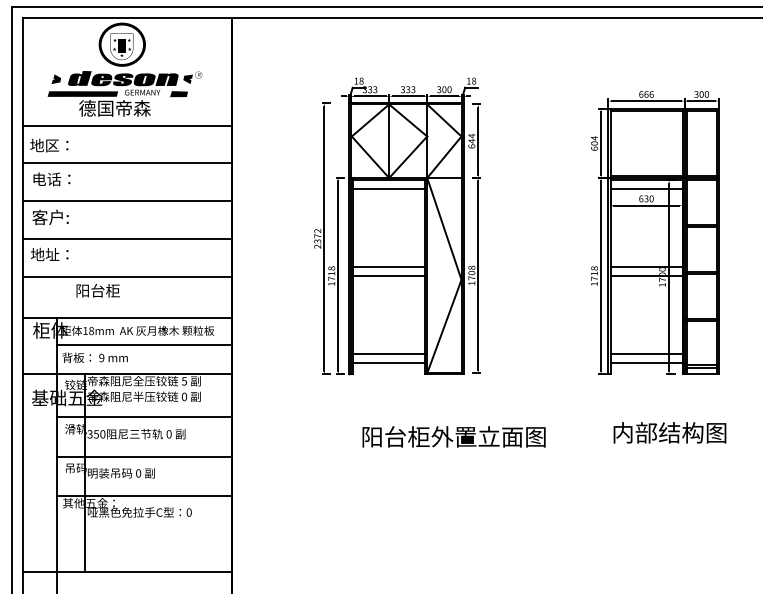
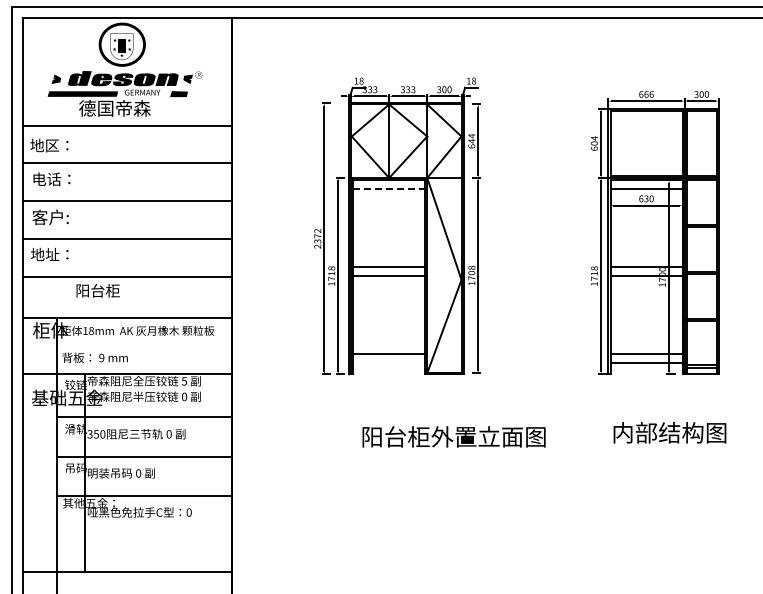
line at (389, 189): solid -> dashed
line at (144, 344): present -> none
line at (389, 362): present -> none
